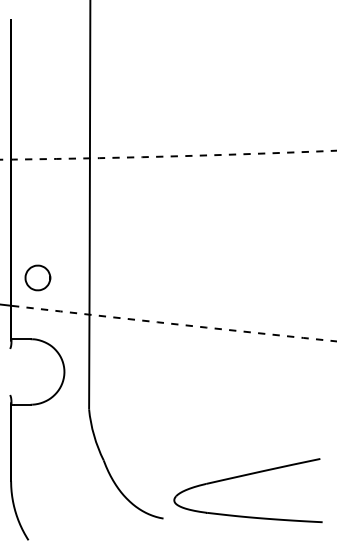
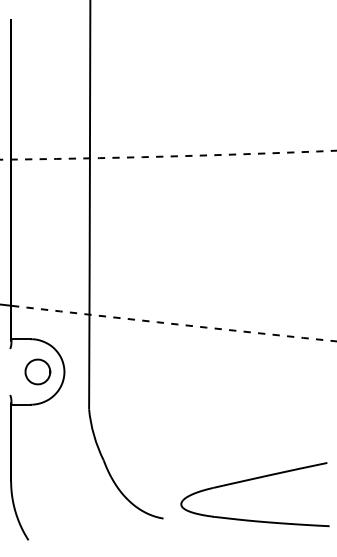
curve at (30, 269) position: (30, 269) -> (30, 363)
part at (244, 476) position: (244, 476) -> (251, 480)
